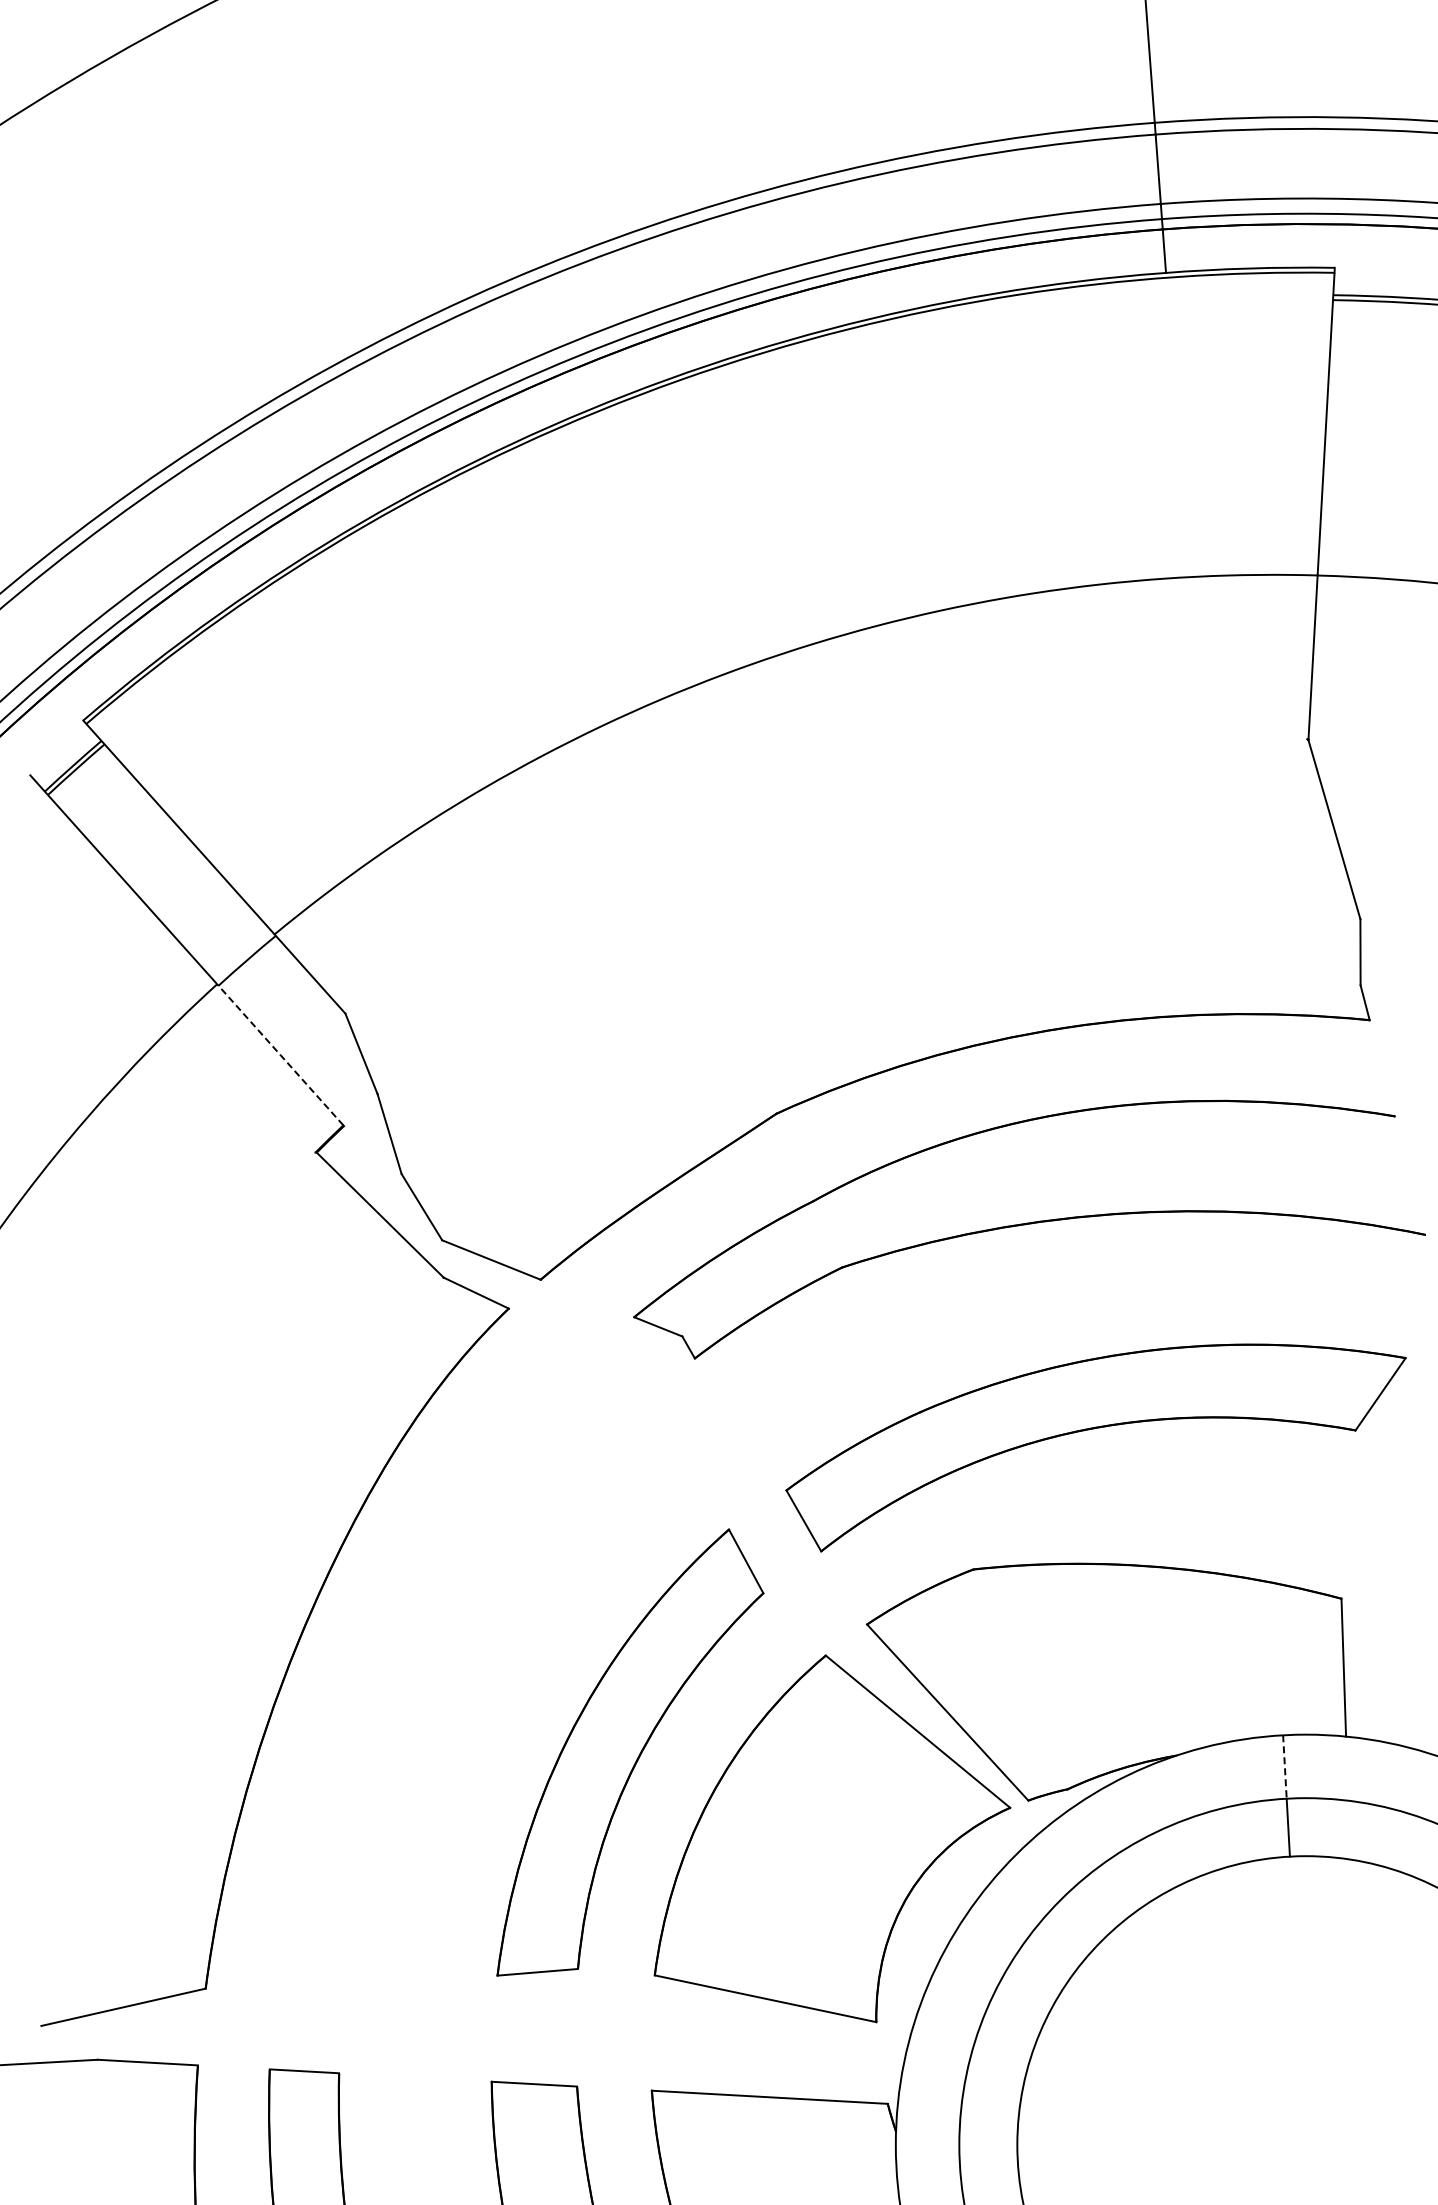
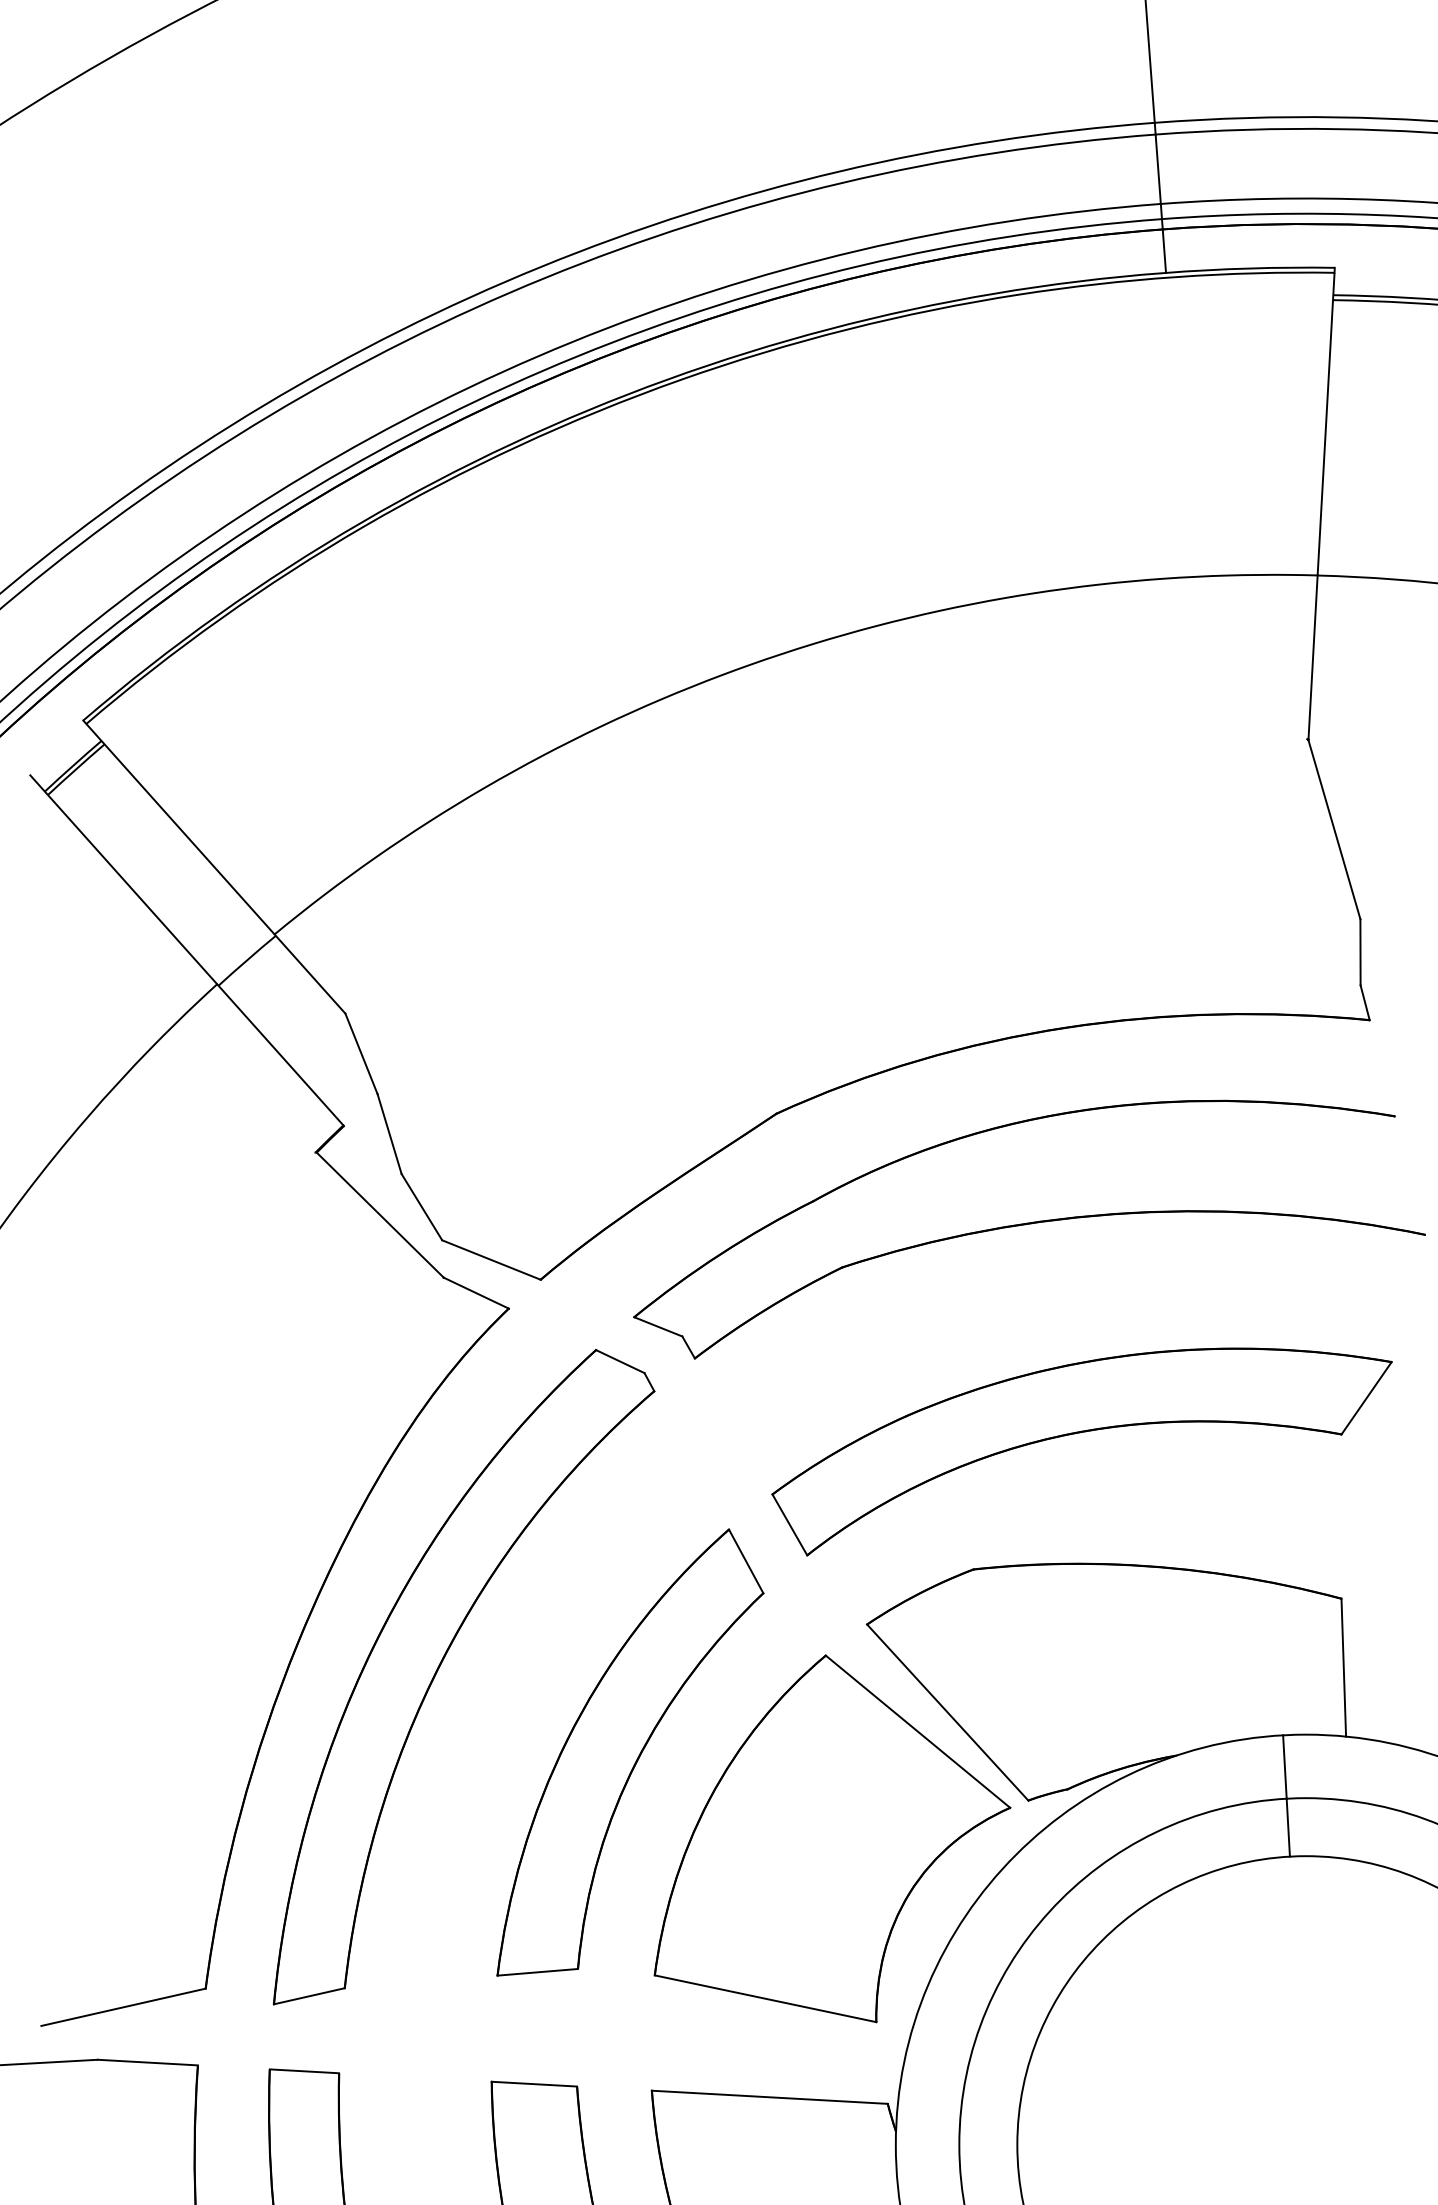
line at (280, 1054): dashed -> solid
part at (1094, 1429) position: (1094, 1429) -> (1080, 1433)
part at (440, 1666): none -> present
line at (1284, 1767): dashed -> solid
